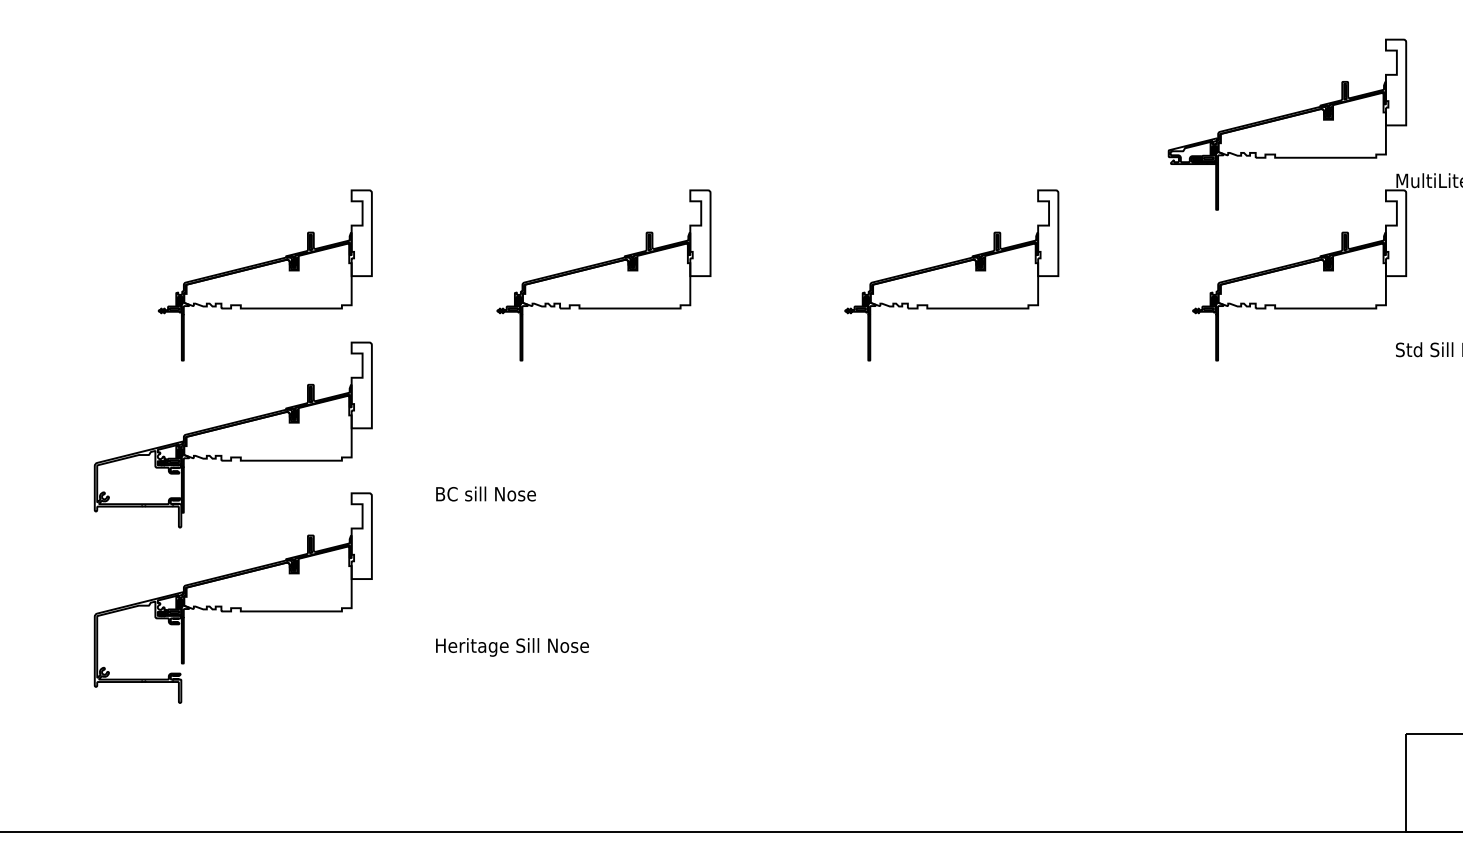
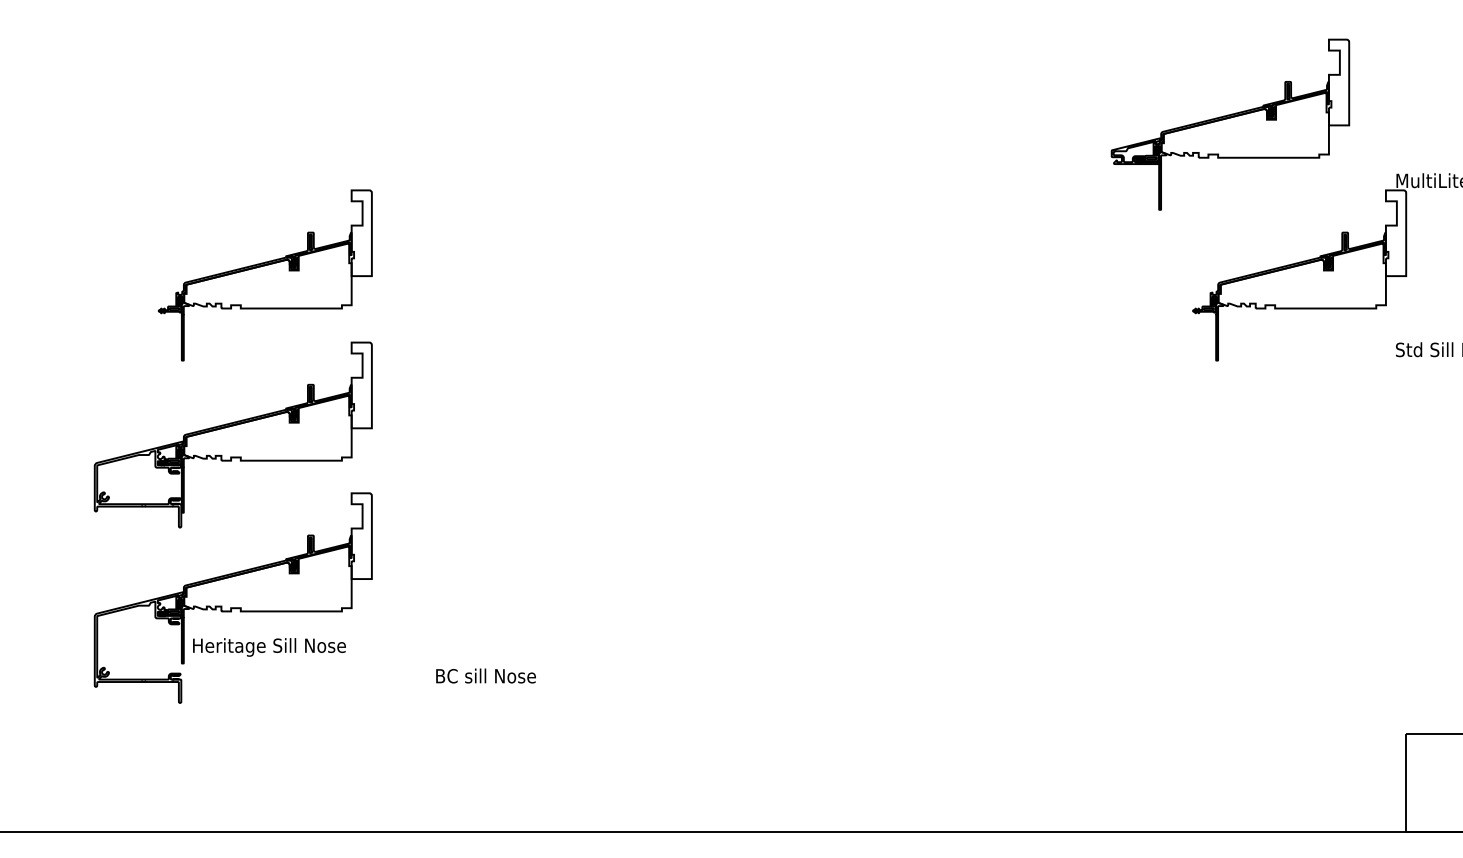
part at (1287, 124) position: (1287, 124) -> (1230, 124)
part at (603, 275): present -> none
part at (951, 275): present -> none
text at (485, 493) position: (485, 493) -> (485, 675)
text at (512, 647) position: (512, 647) -> (269, 647)
